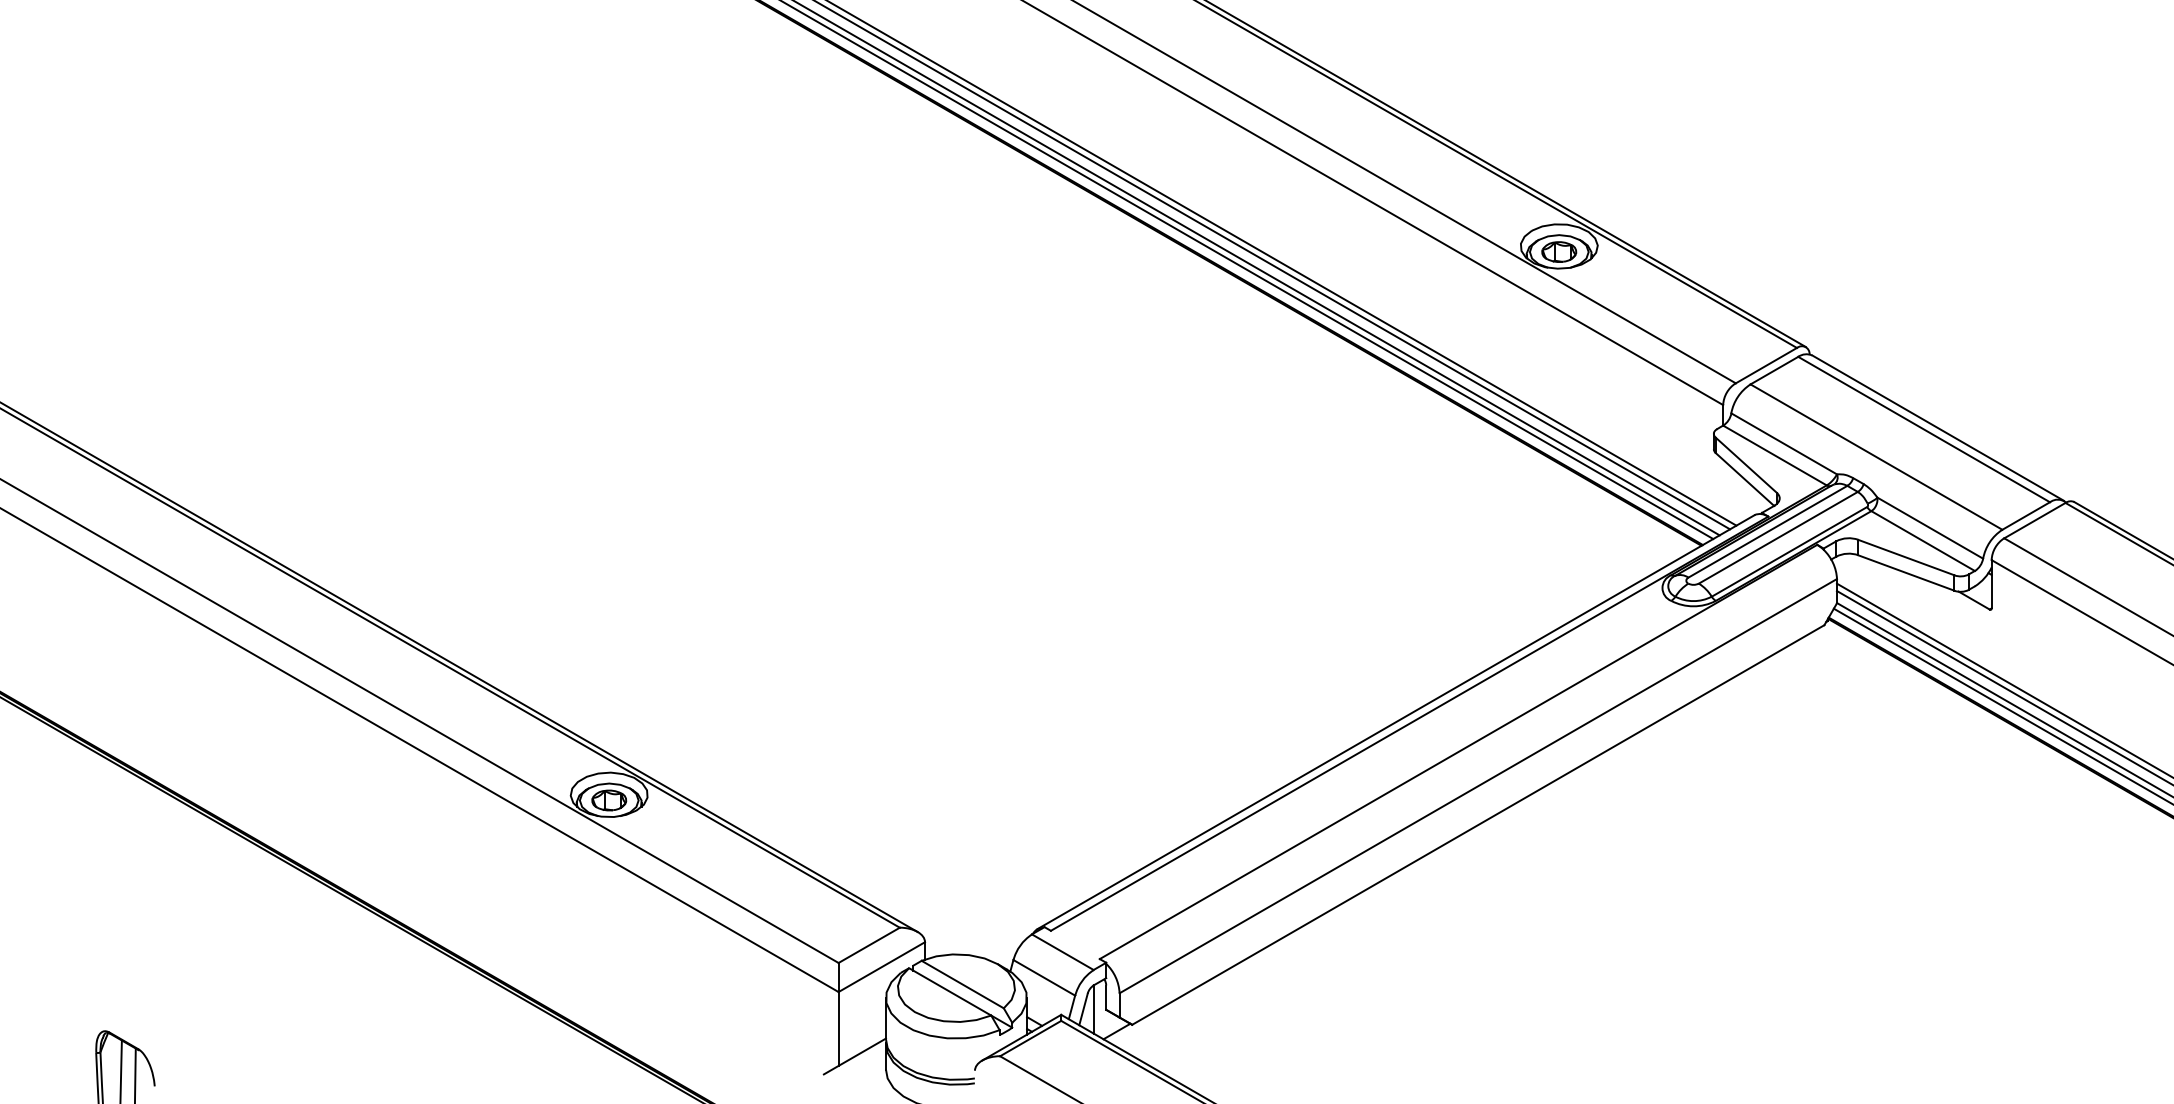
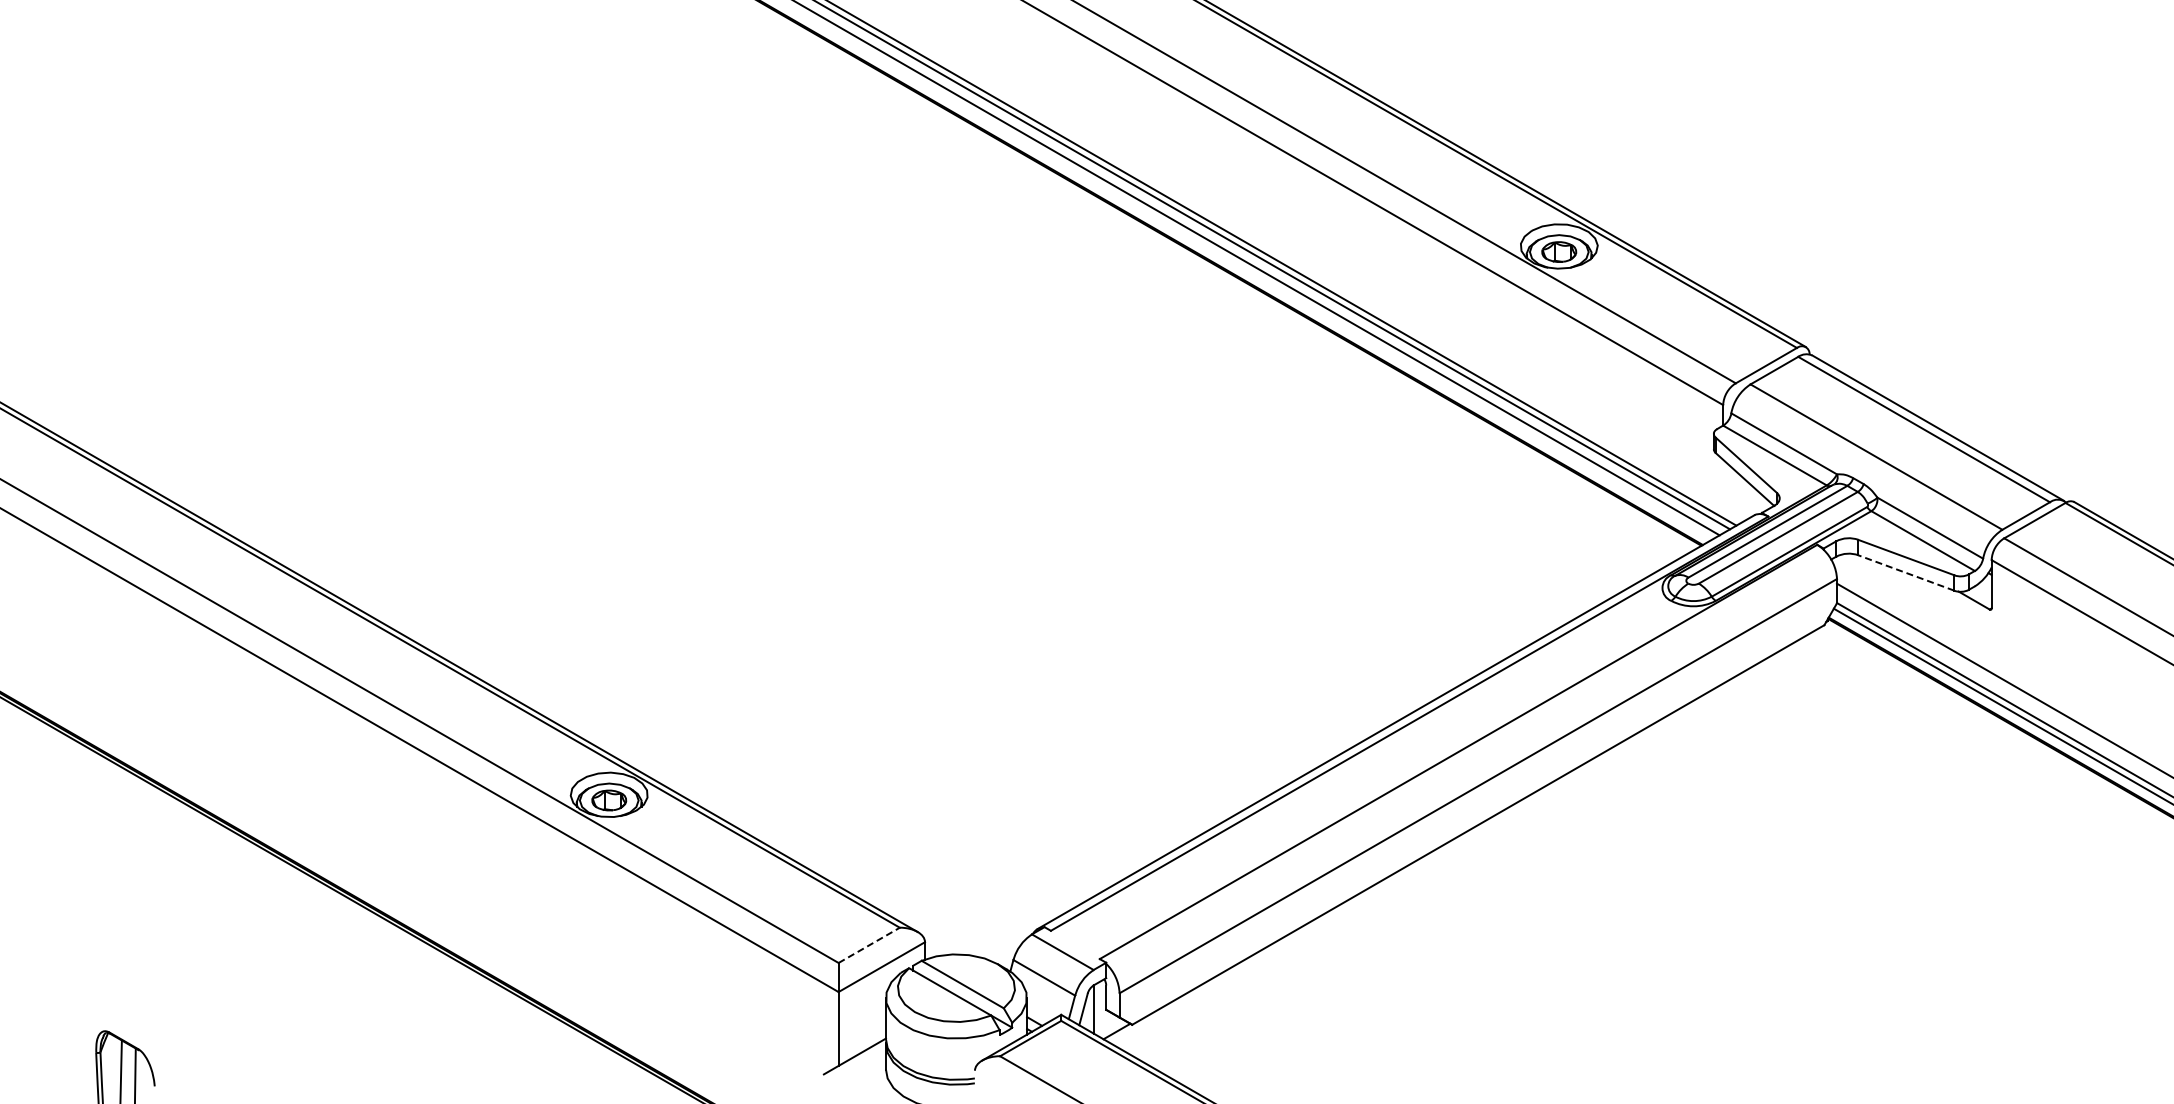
line at (1248, 270): present -> none
line at (1905, 572): solid -> dashed
line at (2003, 687): present -> none
line at (869, 945): solid -> dashed
